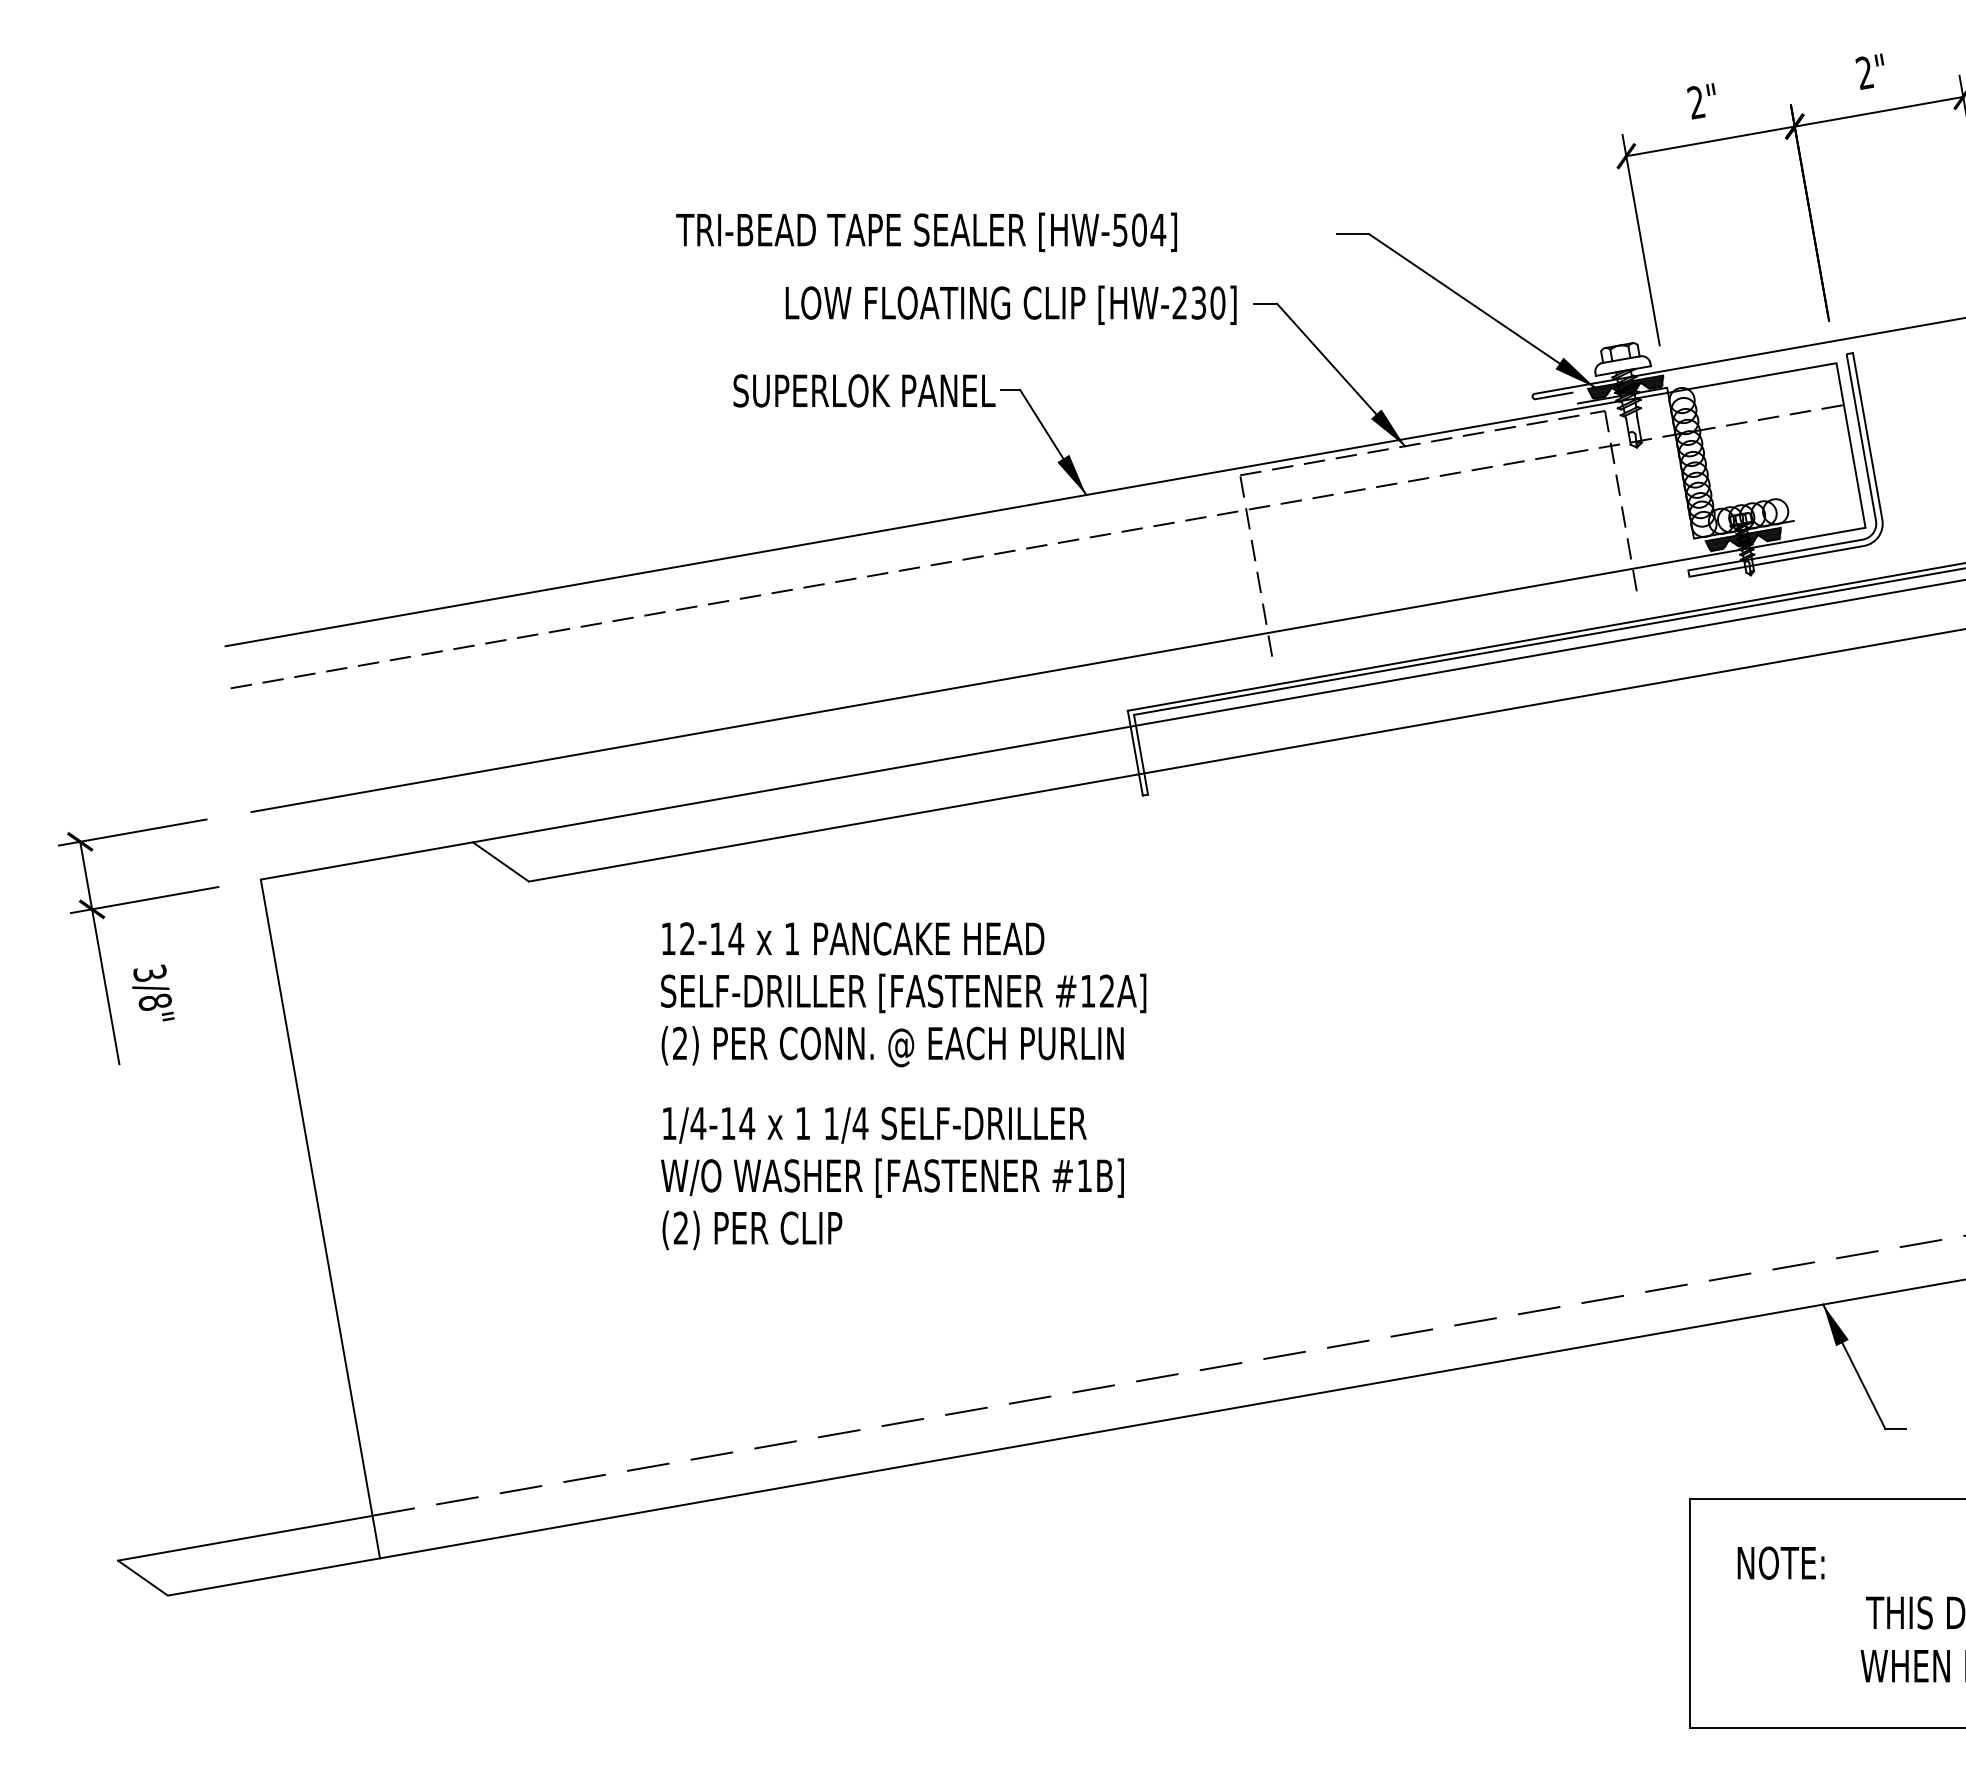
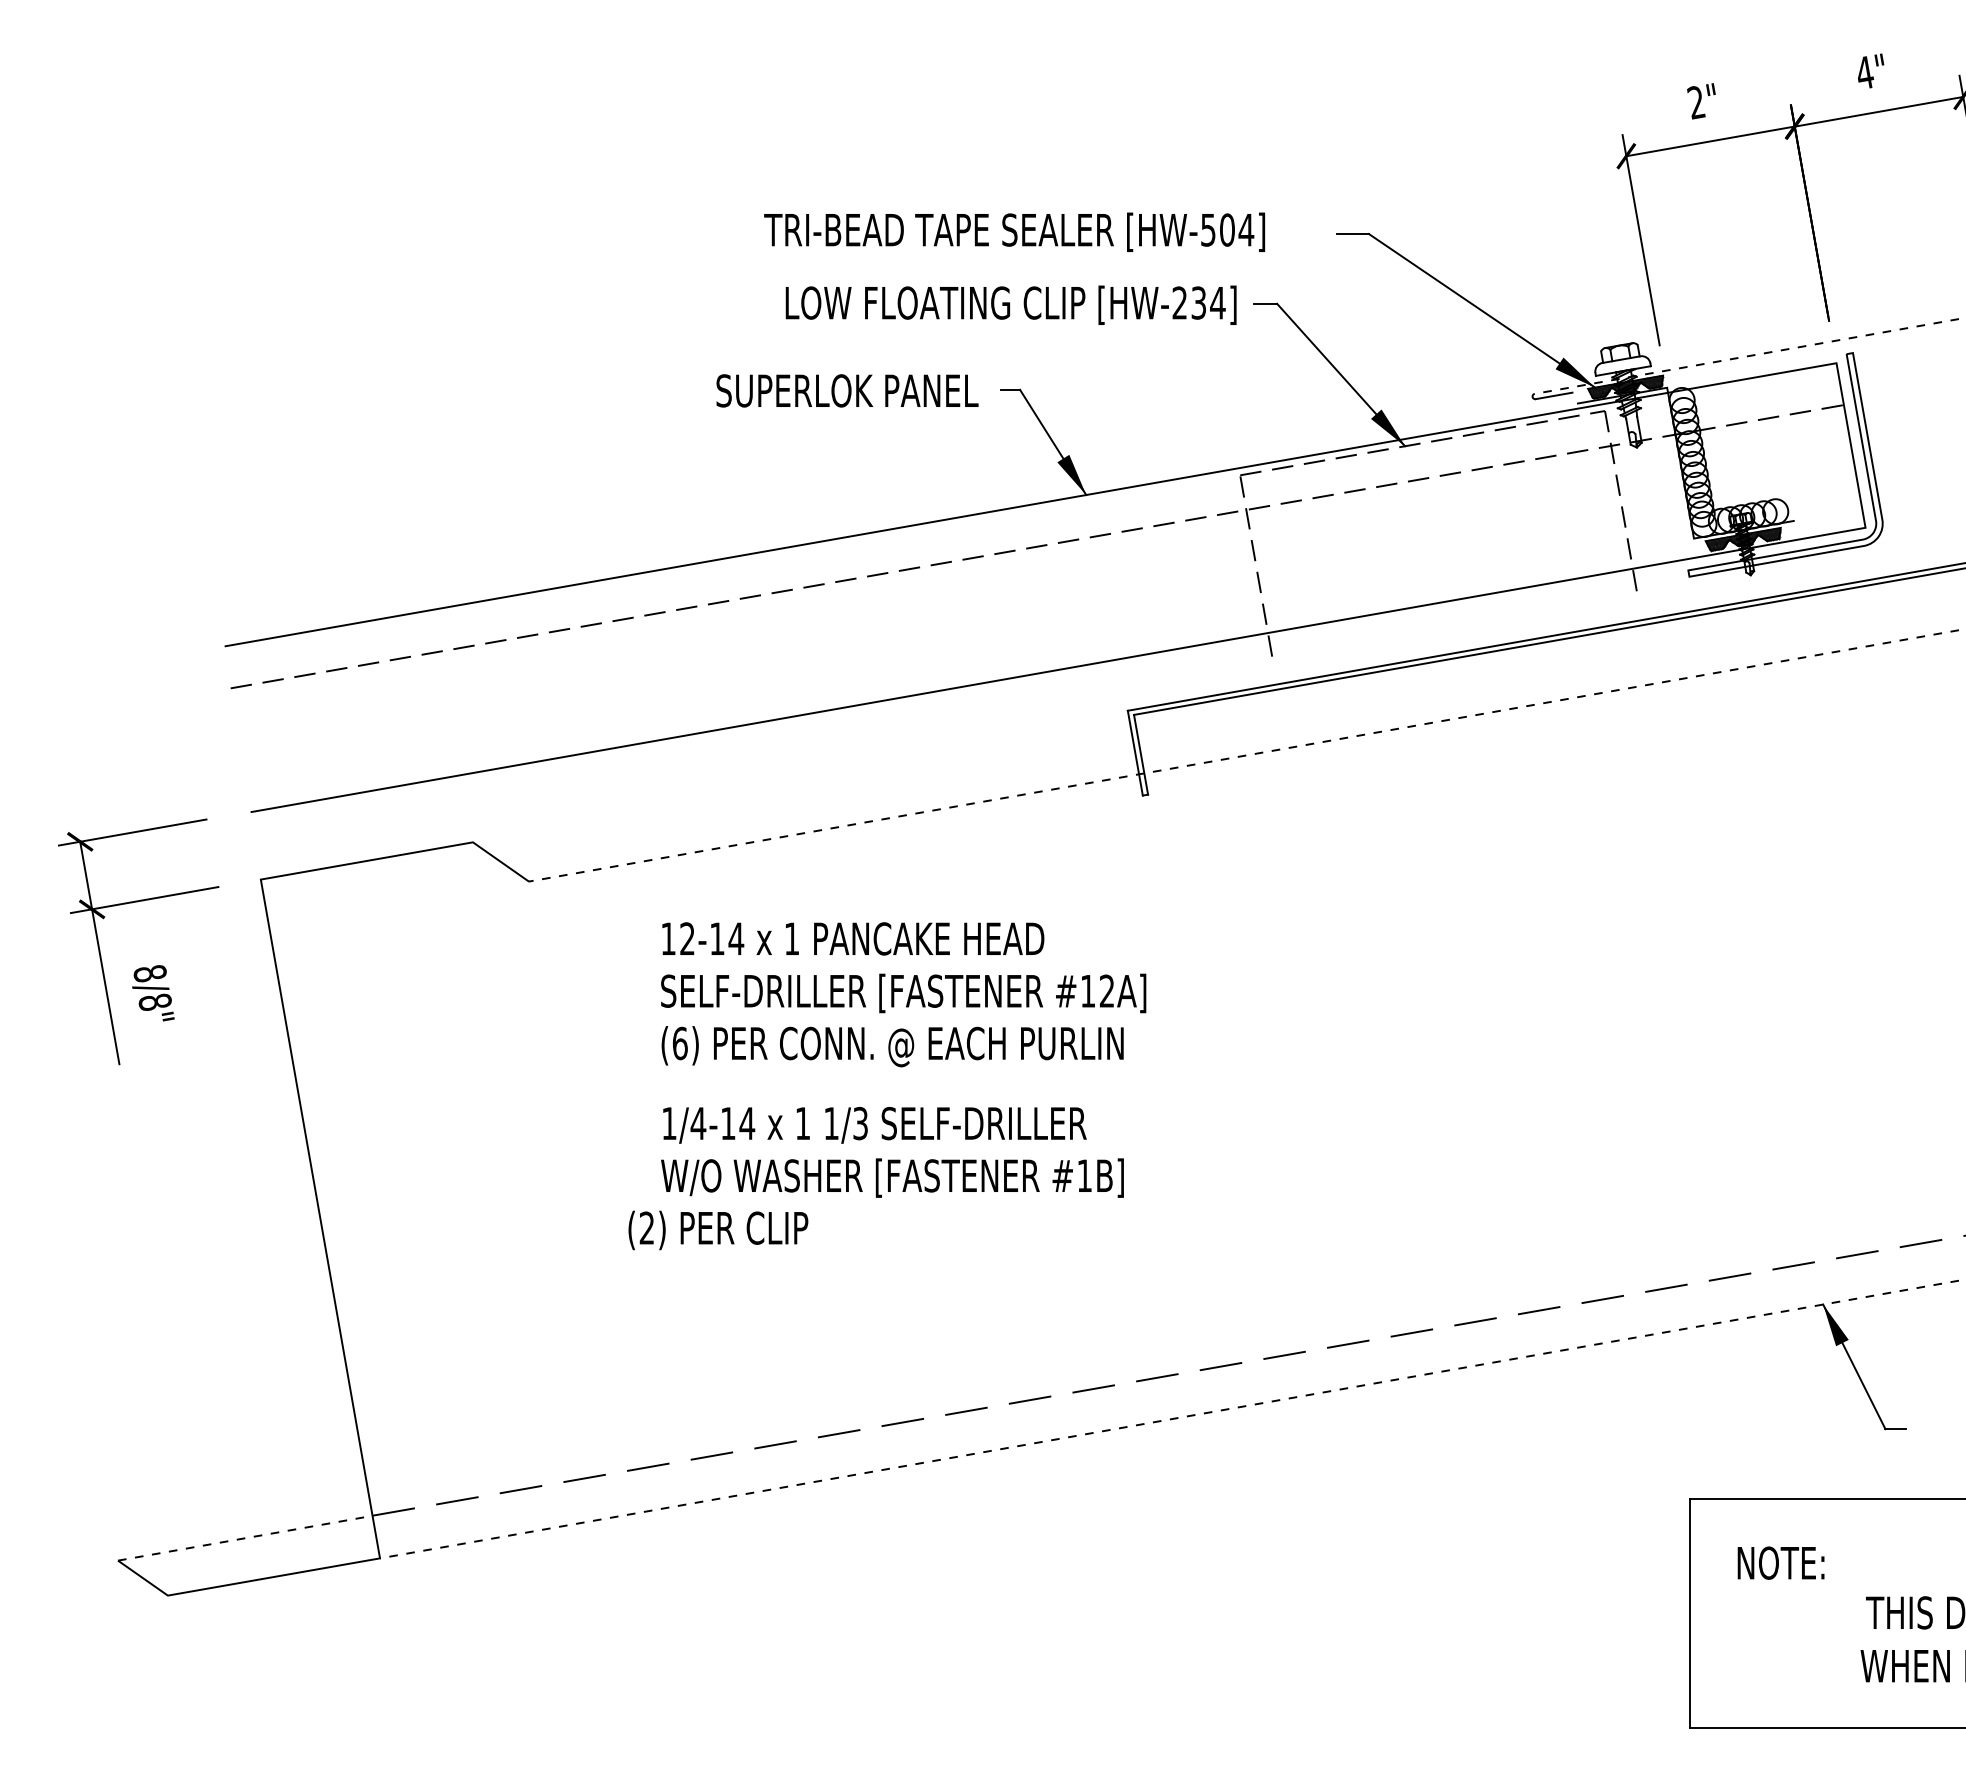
text at (1864, 72): 2" -> 4"
text at (926, 231) position: (926, 231) -> (1014, 231)
text at (1217, 302): [HW-230] -> [HW-234]
line at (1749, 356): solid -> dashed
text at (864, 390) position: (864, 390) -> (847, 390)
line at (1217, 711): present -> none
line at (1246, 755): solid -> dashed
text at (149, 973): 3/8" -> 8/8"
text at (679, 1043): (2) -> (6)
text at (860, 1123): 1/4 -> 1/3
text at (752, 1230) position: (752, 1230) -> (718, 1230)
line at (1172, 1419): solid -> dashed
line at (245, 1538): solid -> dashed
